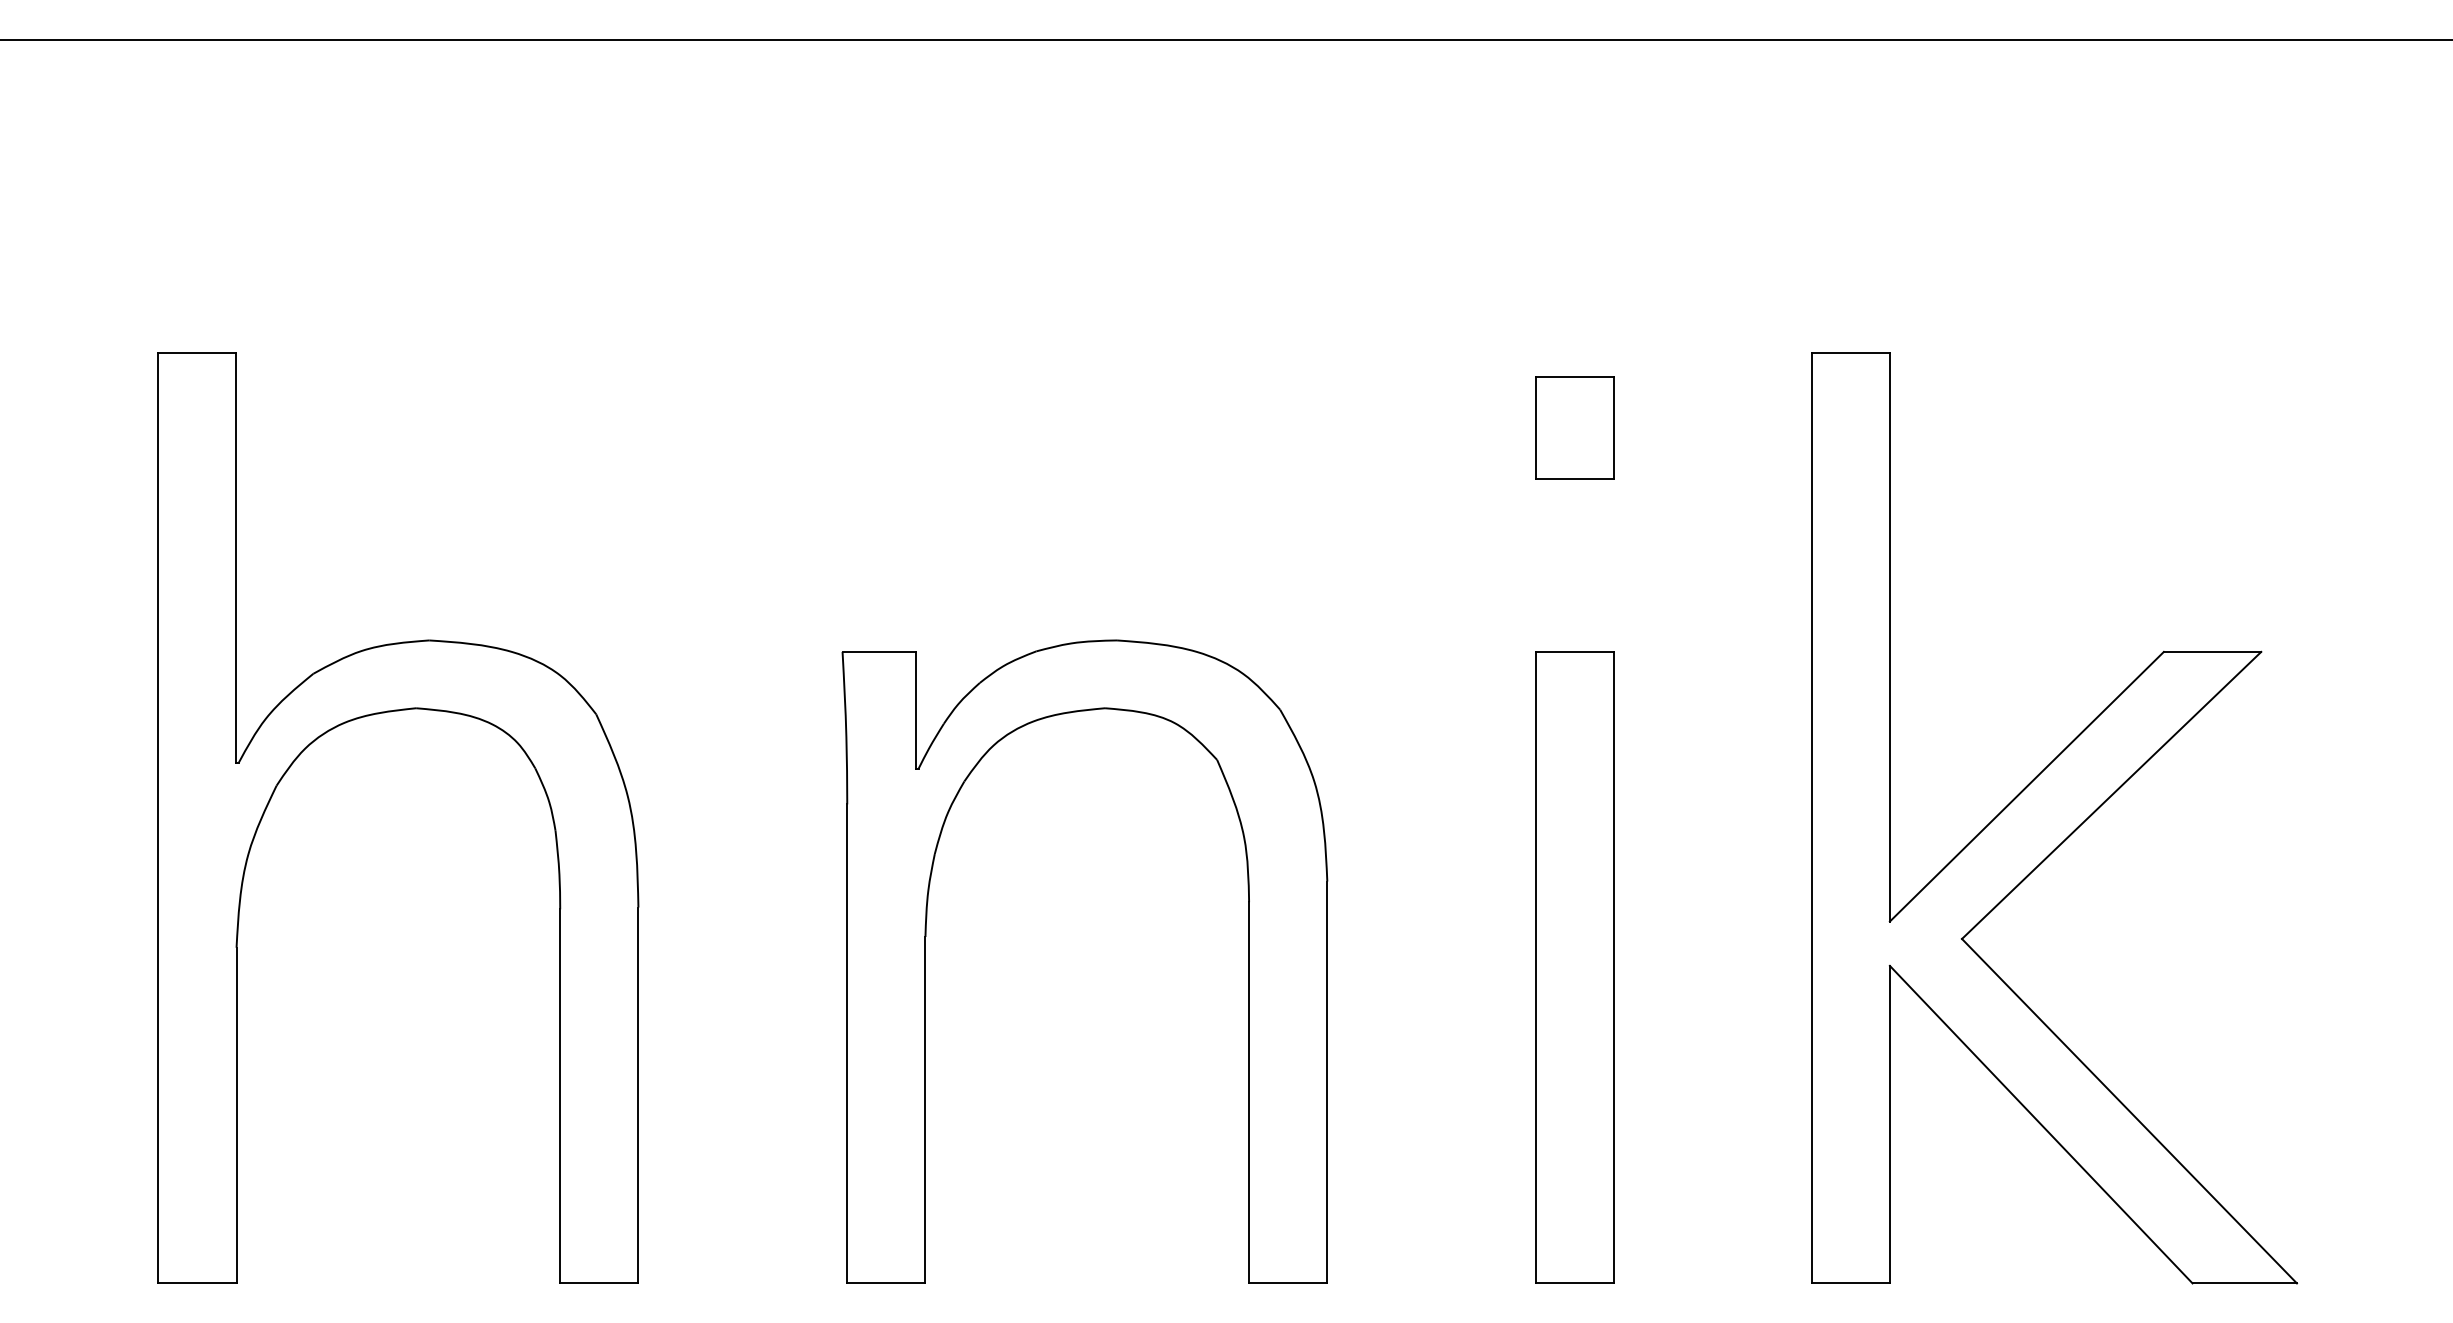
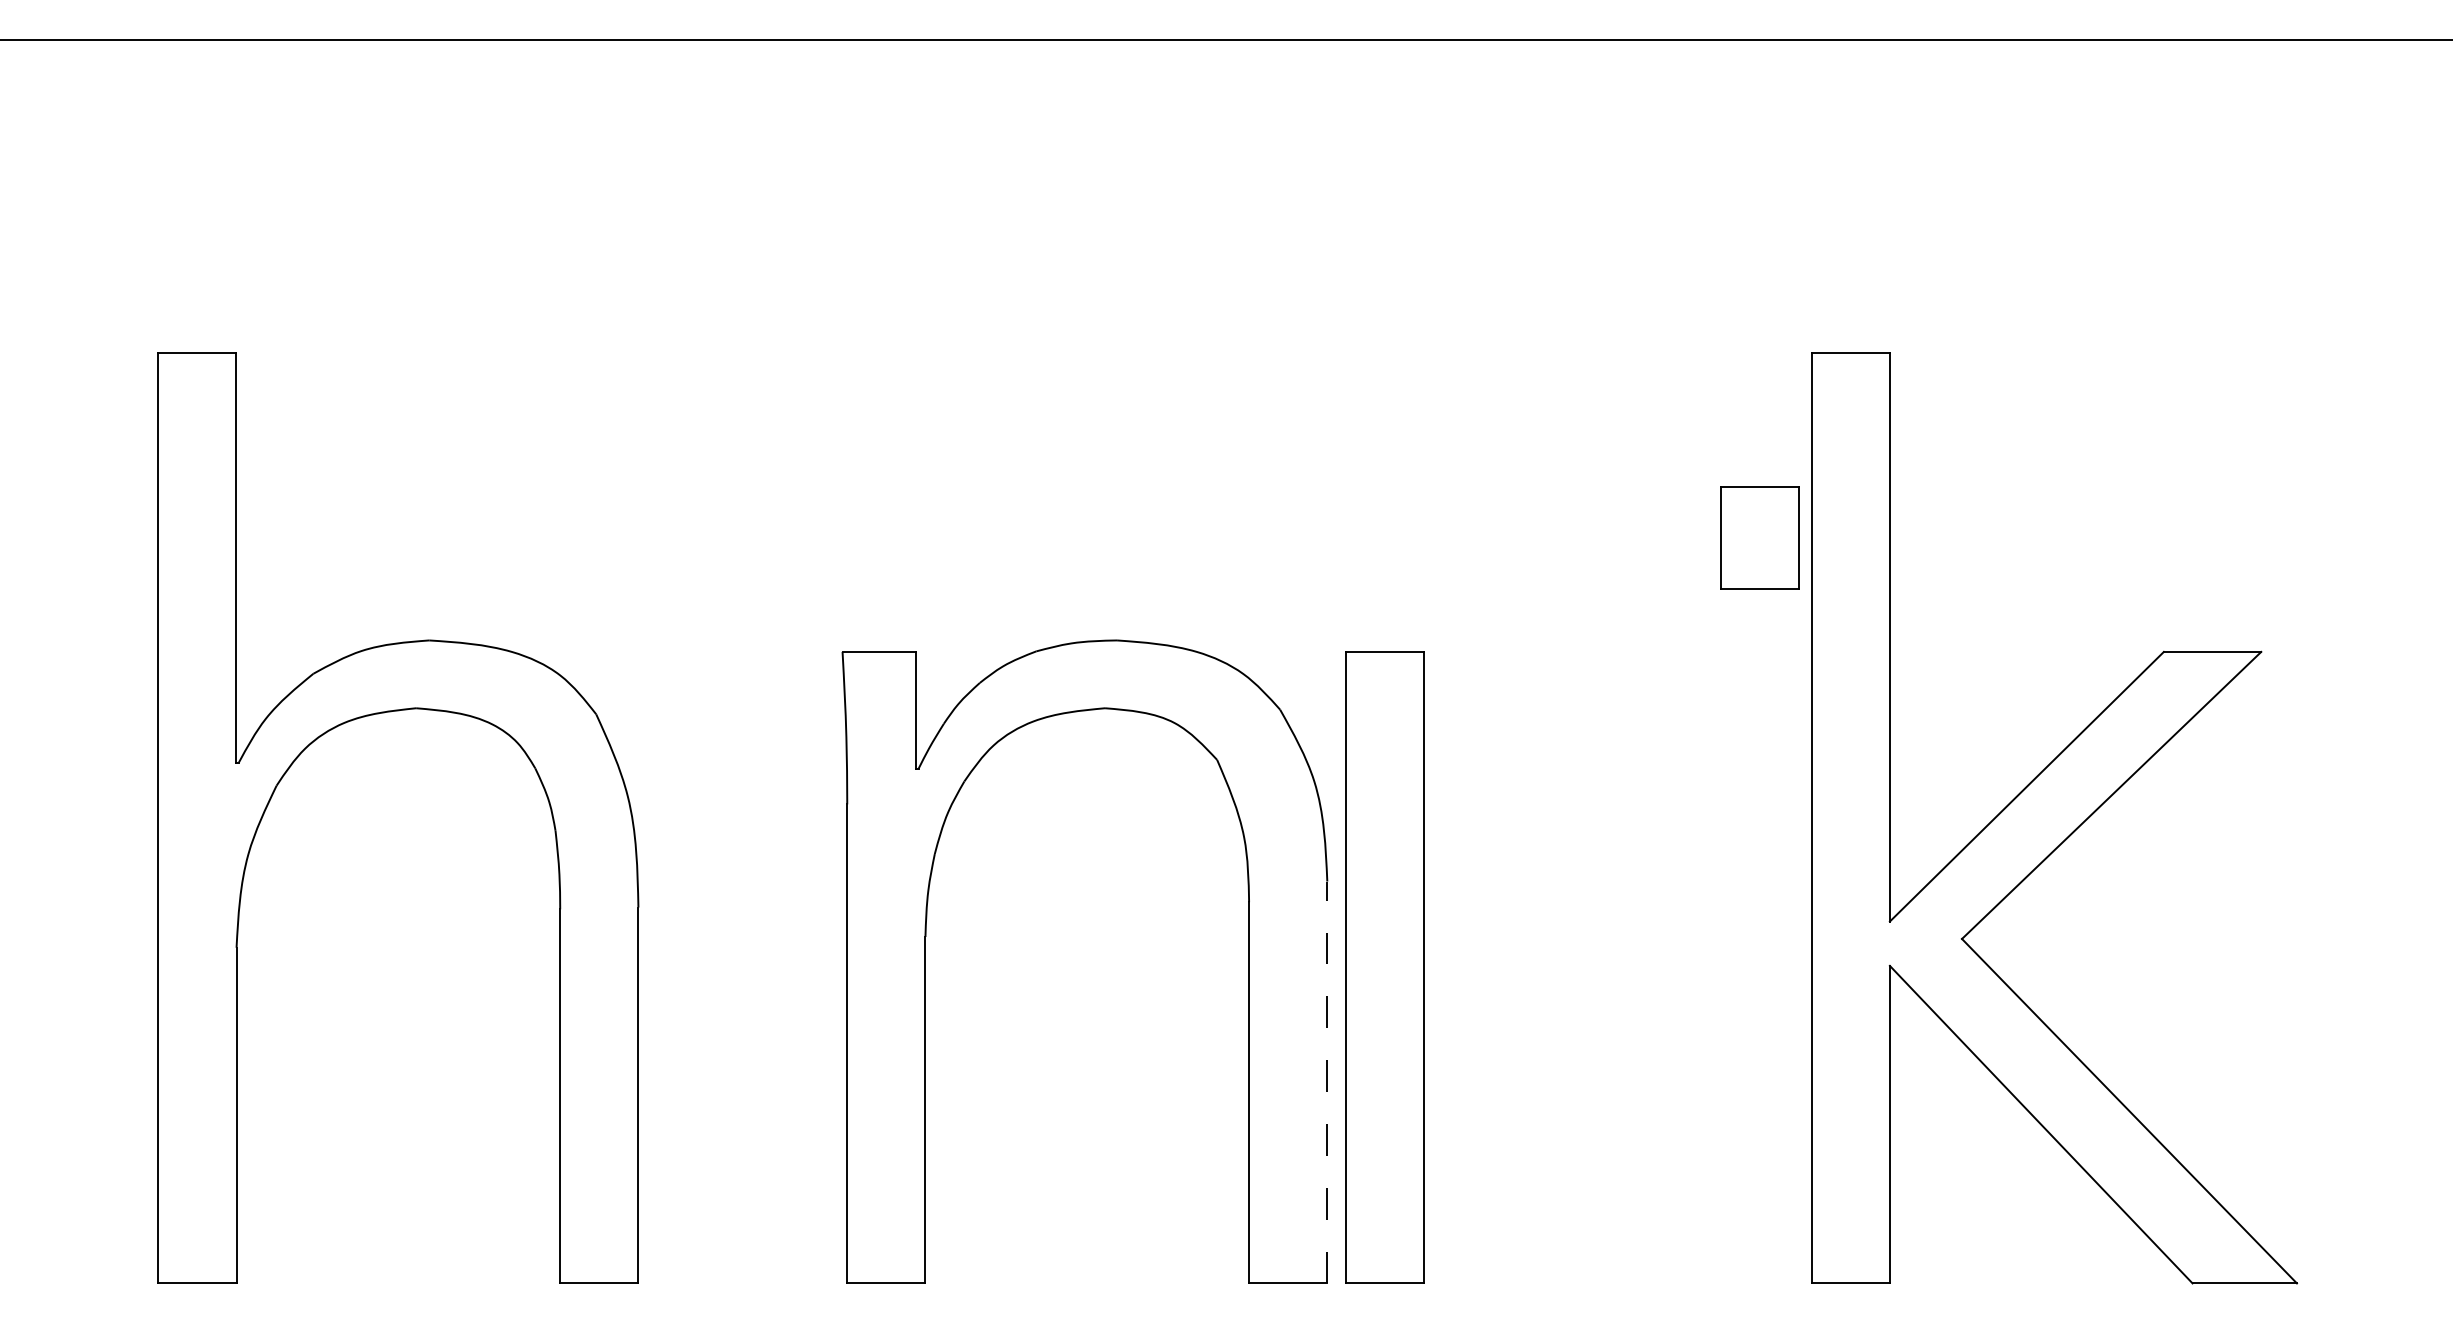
part at (1574, 427) position: (1574, 427) -> (1759, 537)
part at (1574, 967) position: (1574, 967) -> (1384, 967)
line at (1327, 1082): solid -> dashed
